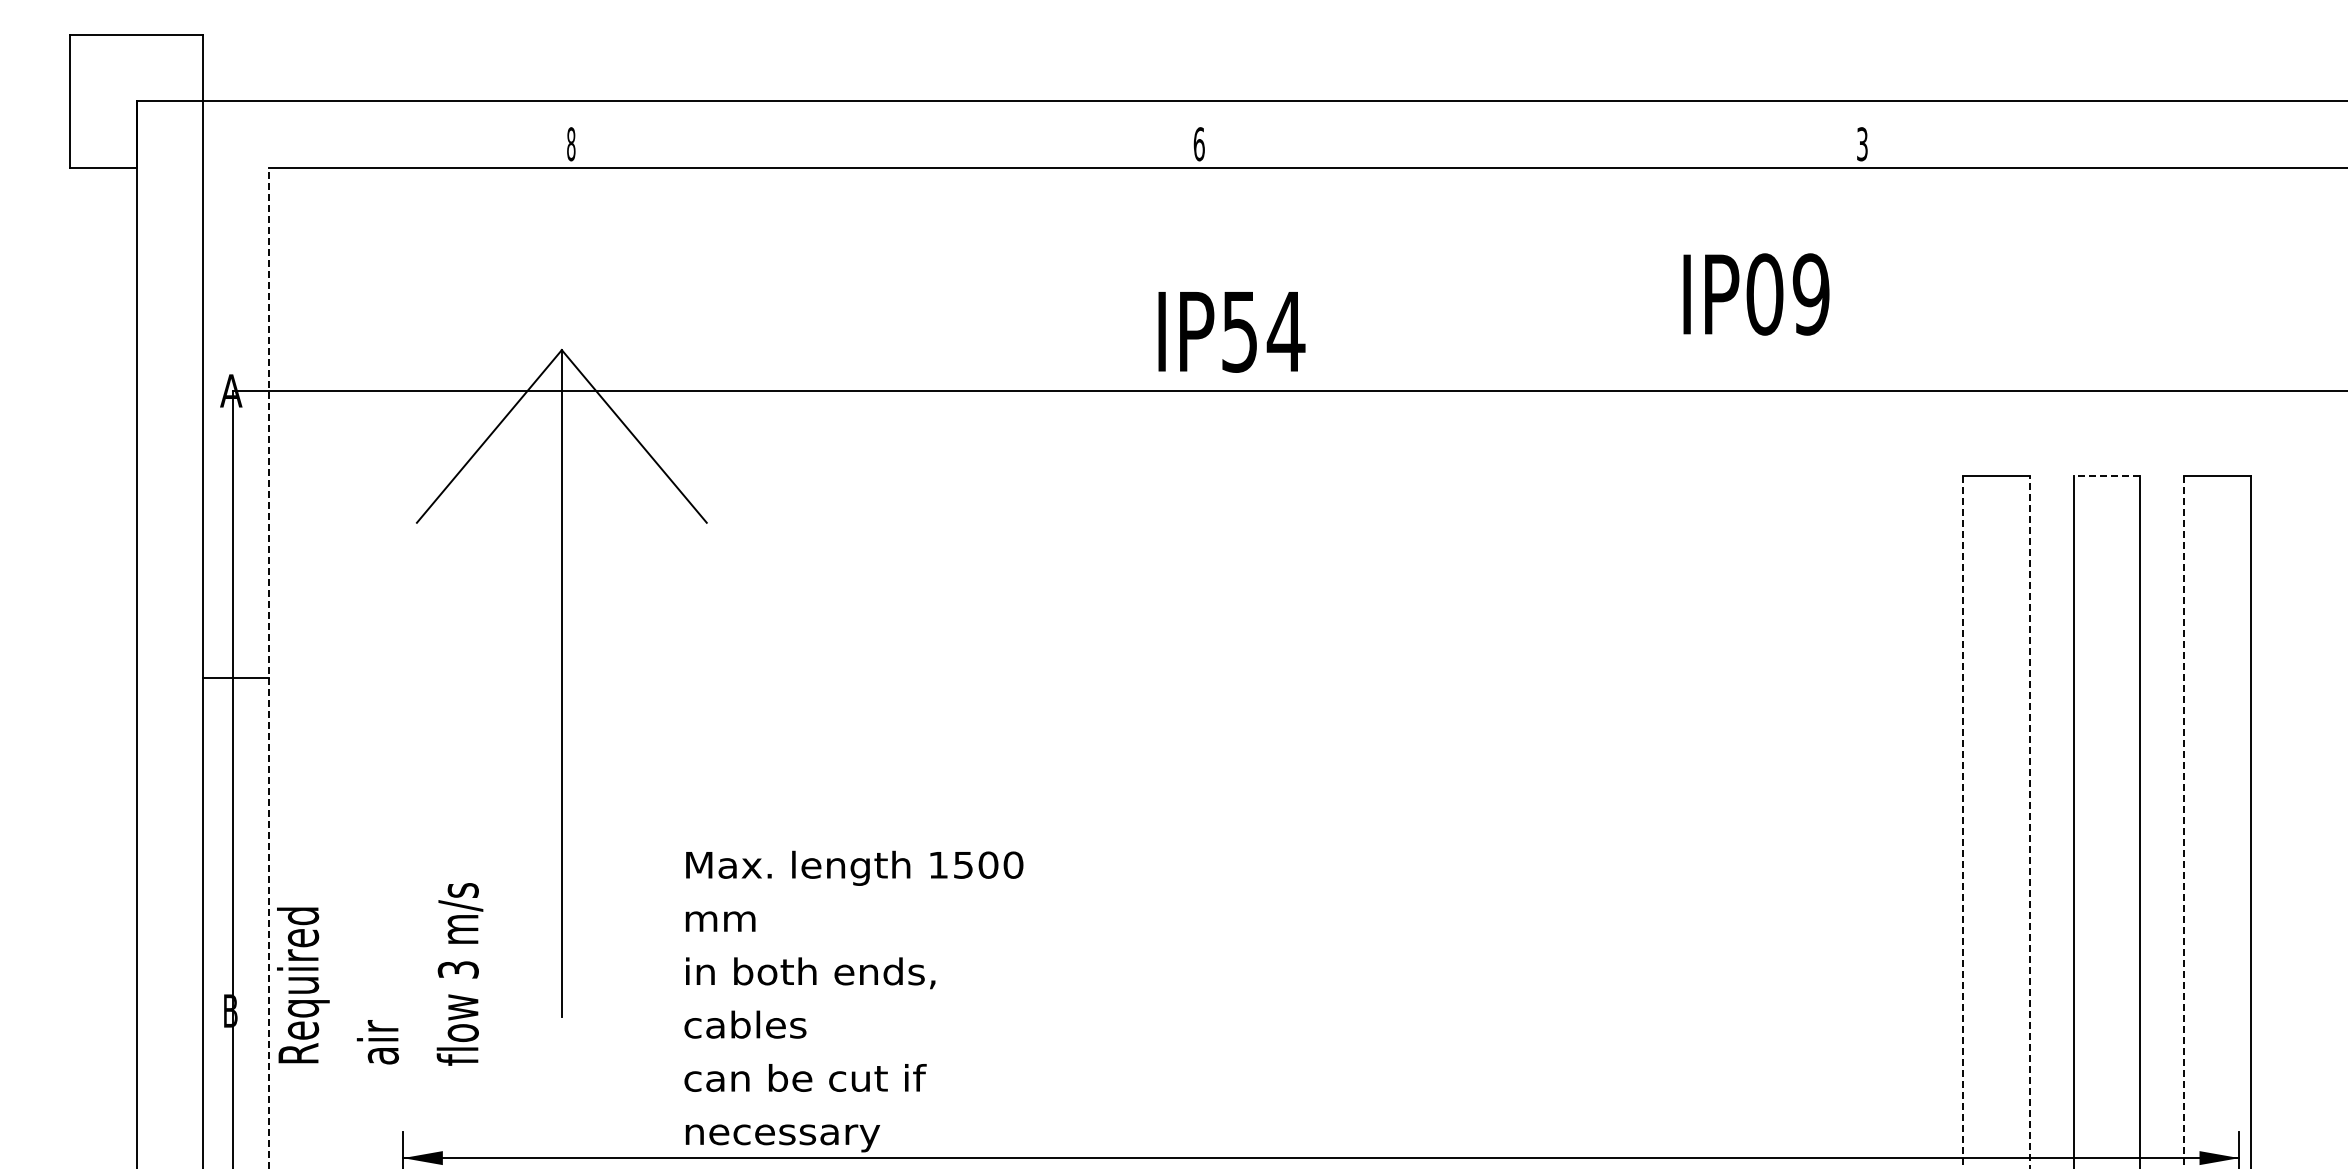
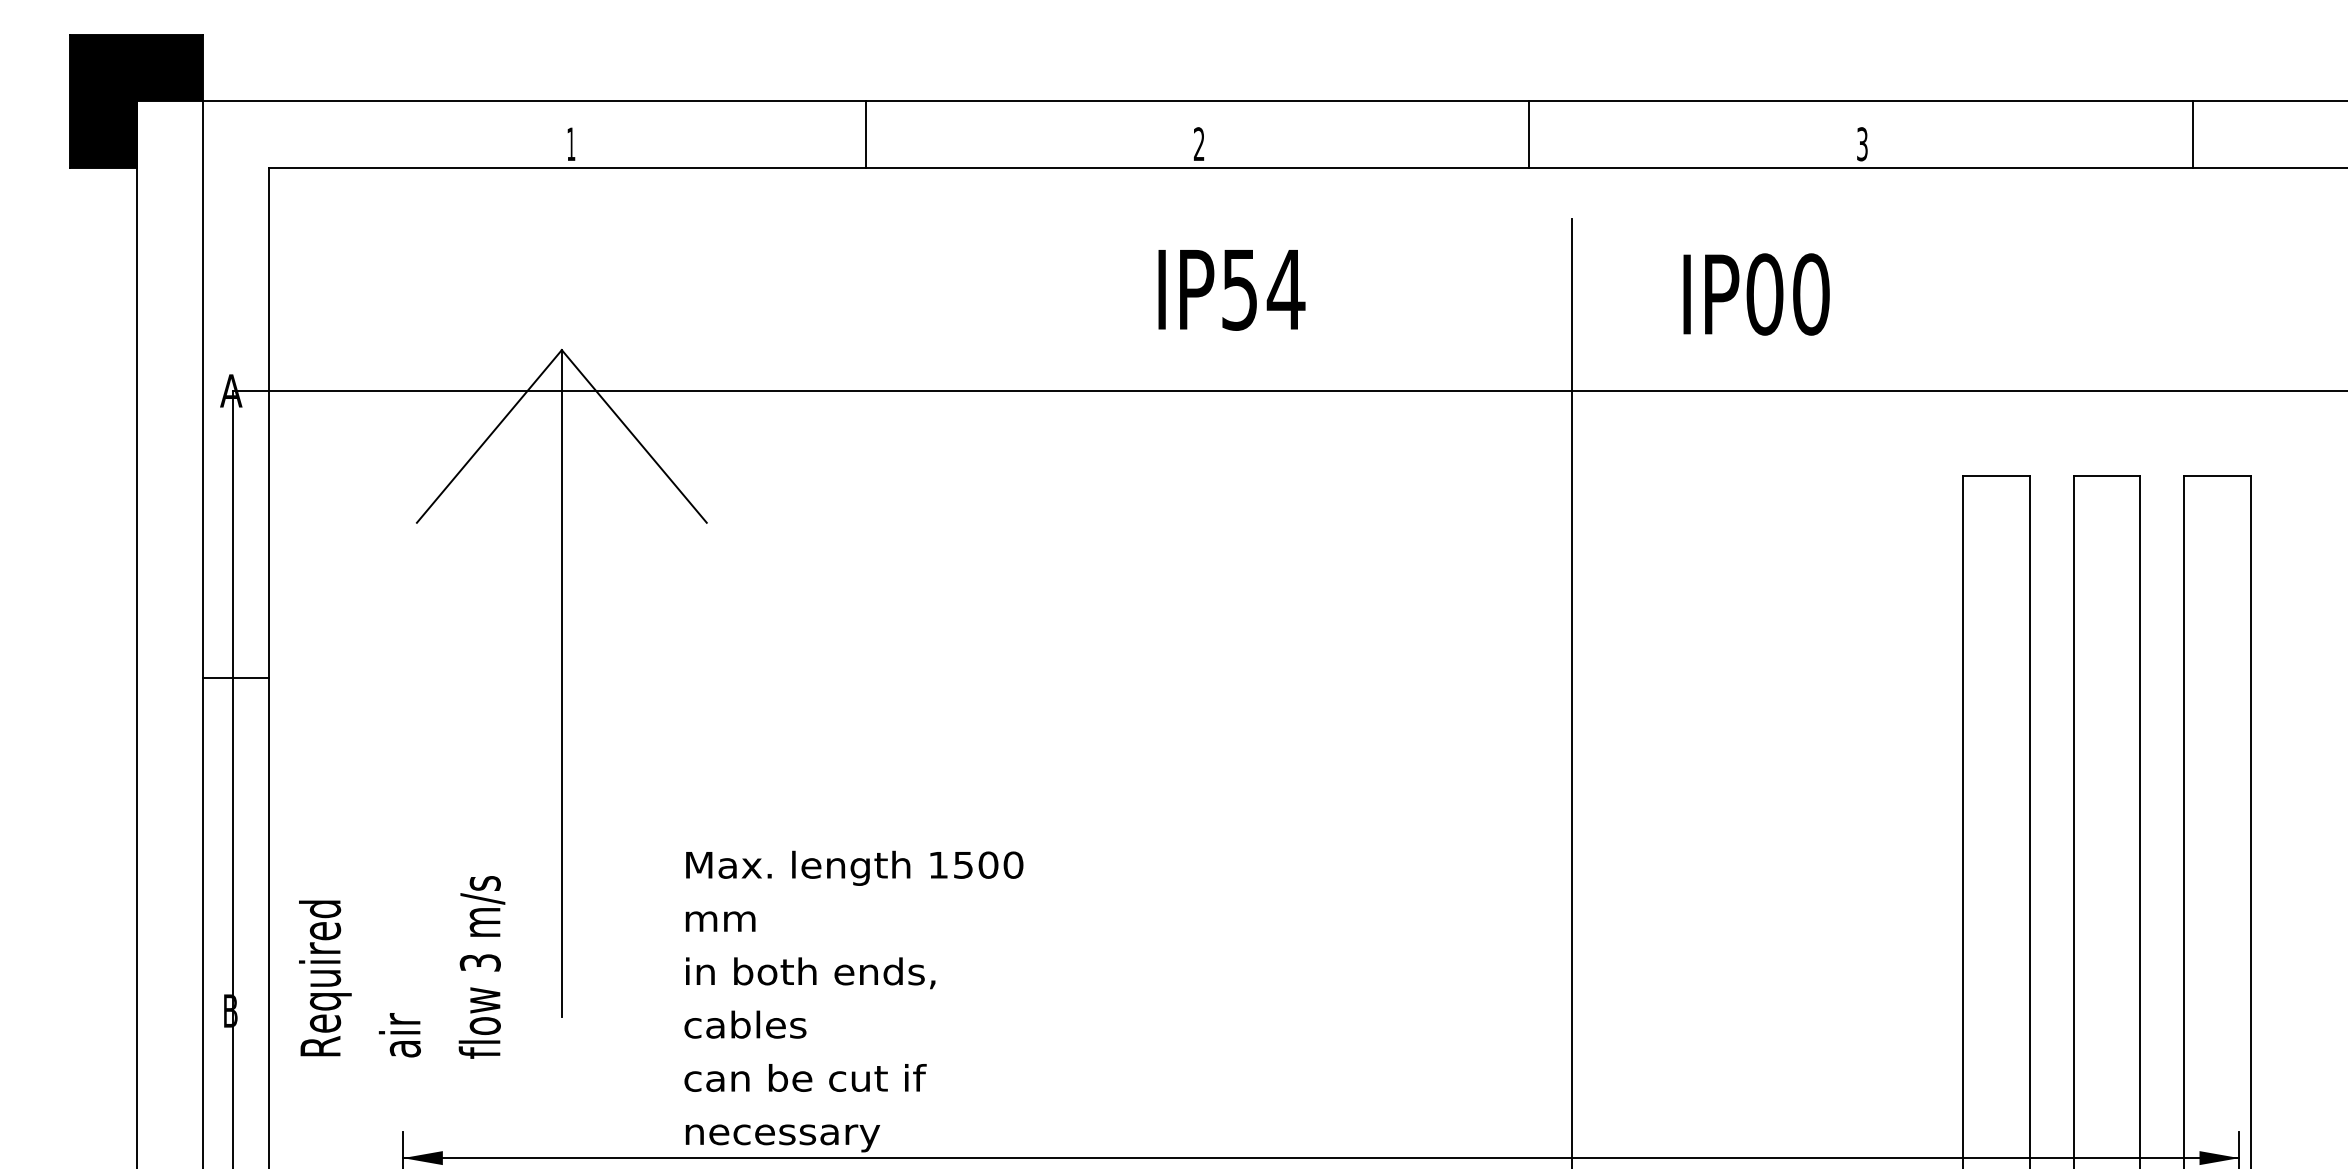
fill at (136, 101): none -> present
line at (866, 134): none -> present
line at (1529, 134): none -> present
line at (2192, 134): none -> present
text at (571, 144): 8 -> 1
text at (1198, 144): 6 -> 2
text at (1810, 294): IP09 -> IP00
text at (1231, 332) position: (1231, 332) -> (1231, 290)
line at (2106, 475): dashed -> solid
line at (269, 667): dashed -> solid
line at (1572, 692): none -> present
line at (1963, 822): dashed -> solid
line at (2029, 822): dashed -> solid
line at (2184, 822): dashed -> solid
text at (380, 974) position: (380, 974) -> (402, 967)
